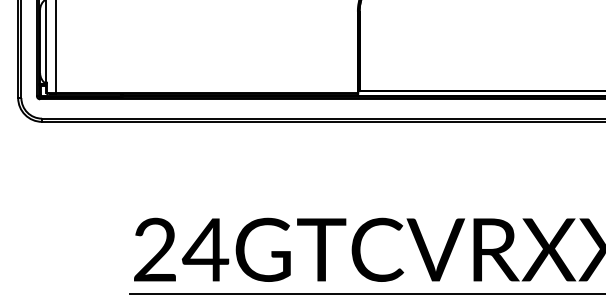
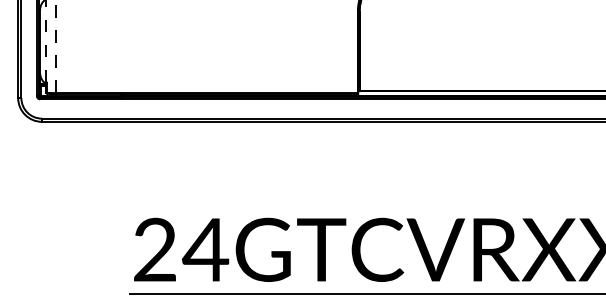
line at (45, 41): solid -> dashed
line at (56, 46): solid -> dashed
